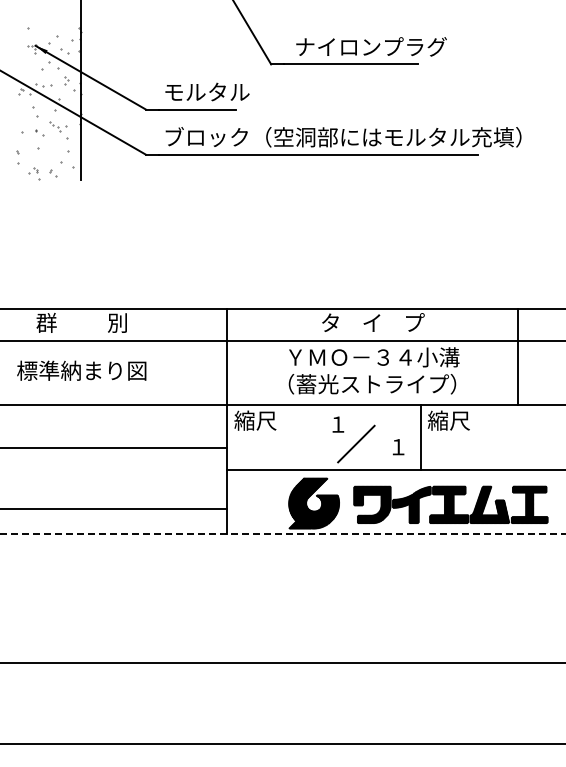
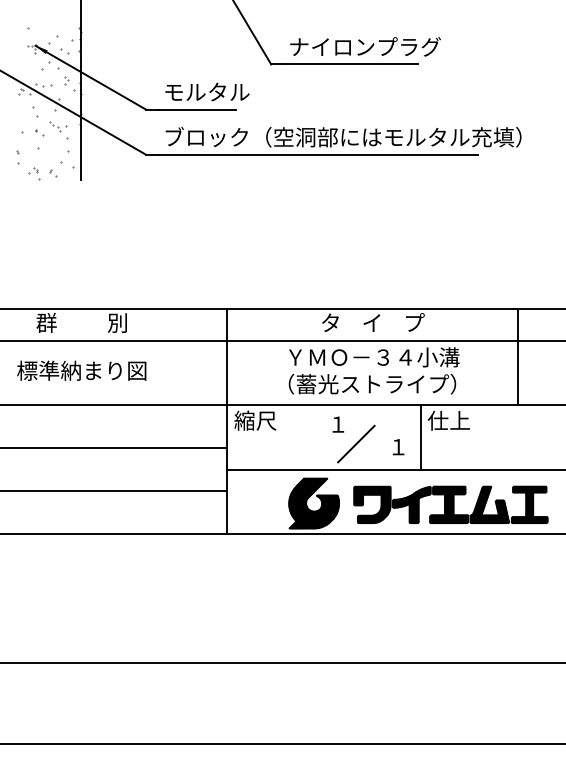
text at (371, 46) position: (371, 46) -> (365, 46)
text at (448, 420): 縮尺 -> 仕上
line at (114, 509) position: (114, 509) -> (114, 491)
line at (283, 534): dashed -> solid
